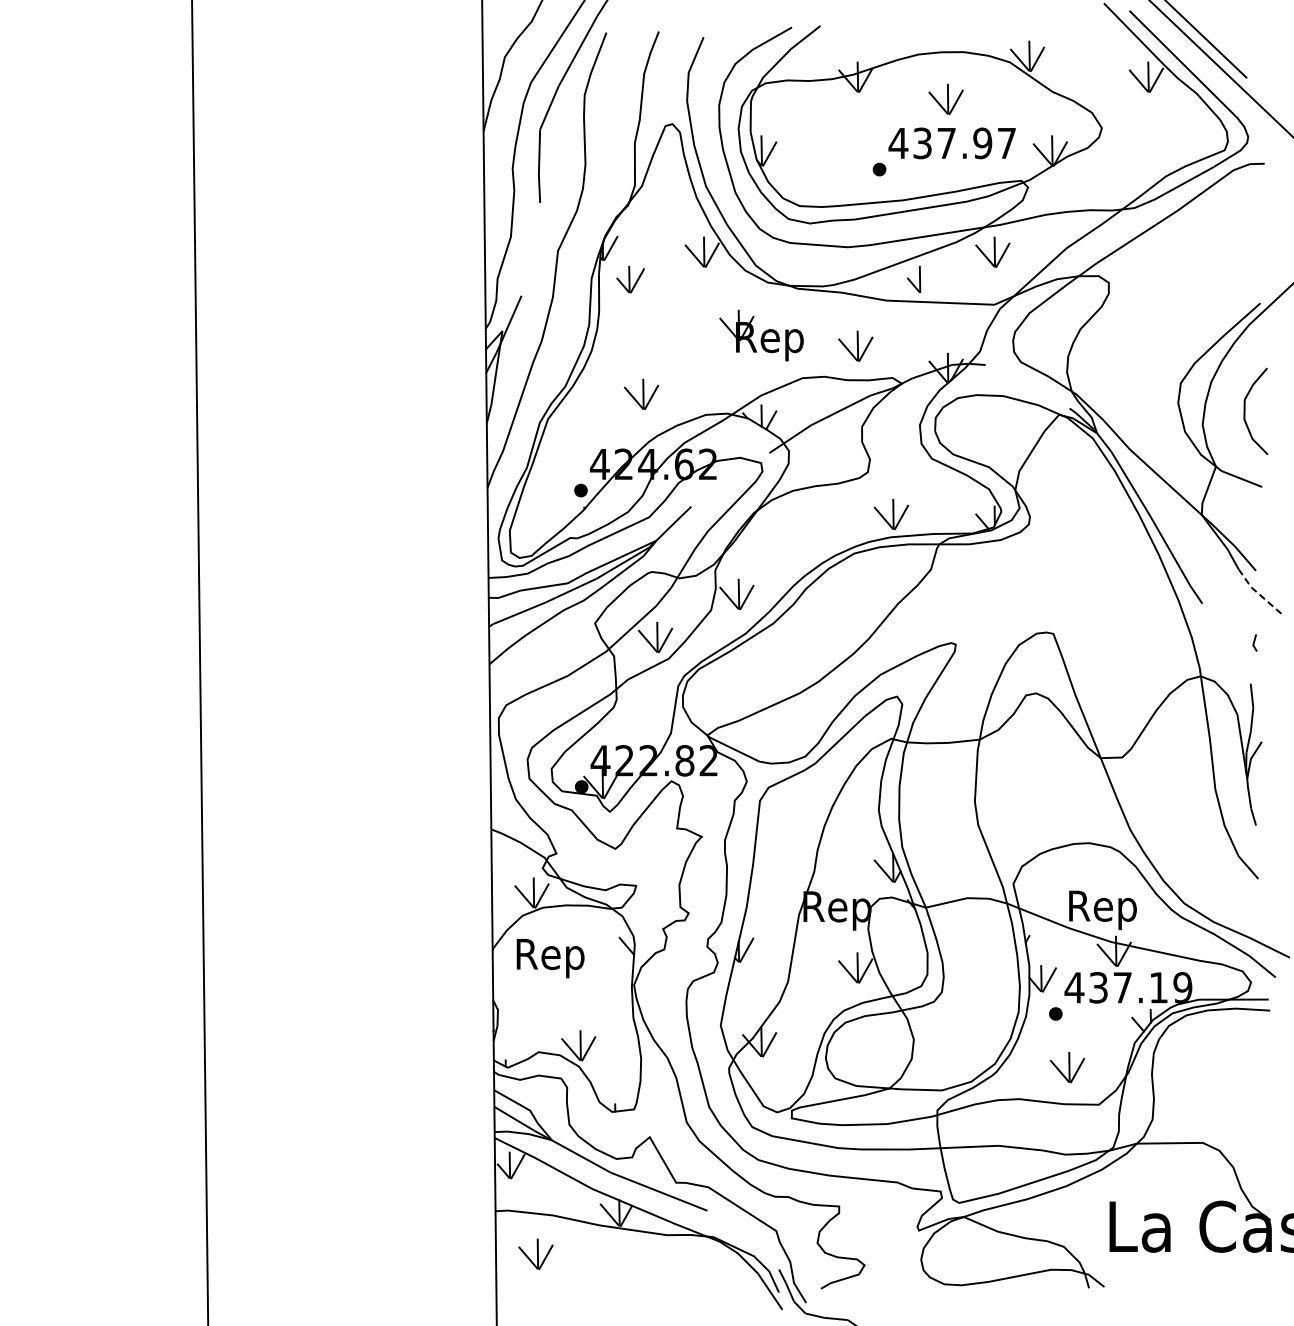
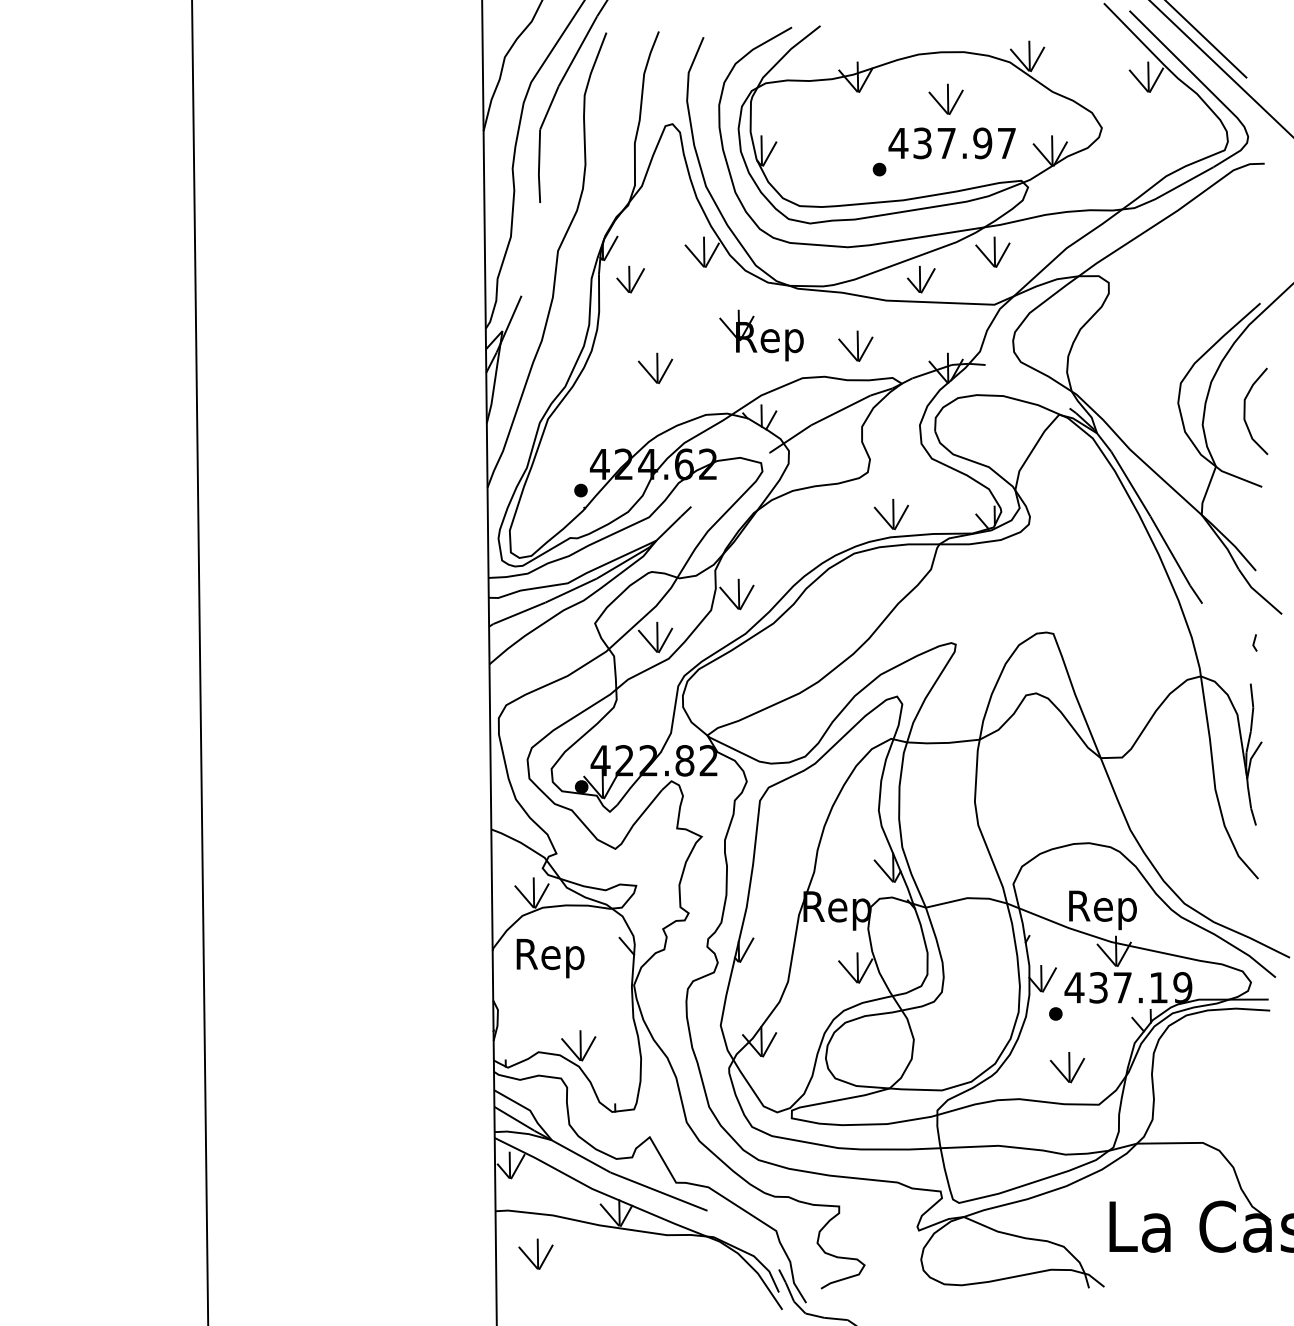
line at (927, 280): none -> present
part at (641, 394) position: (641, 394) -> (655, 368)
line at (1258, 593): dashed -> solid
